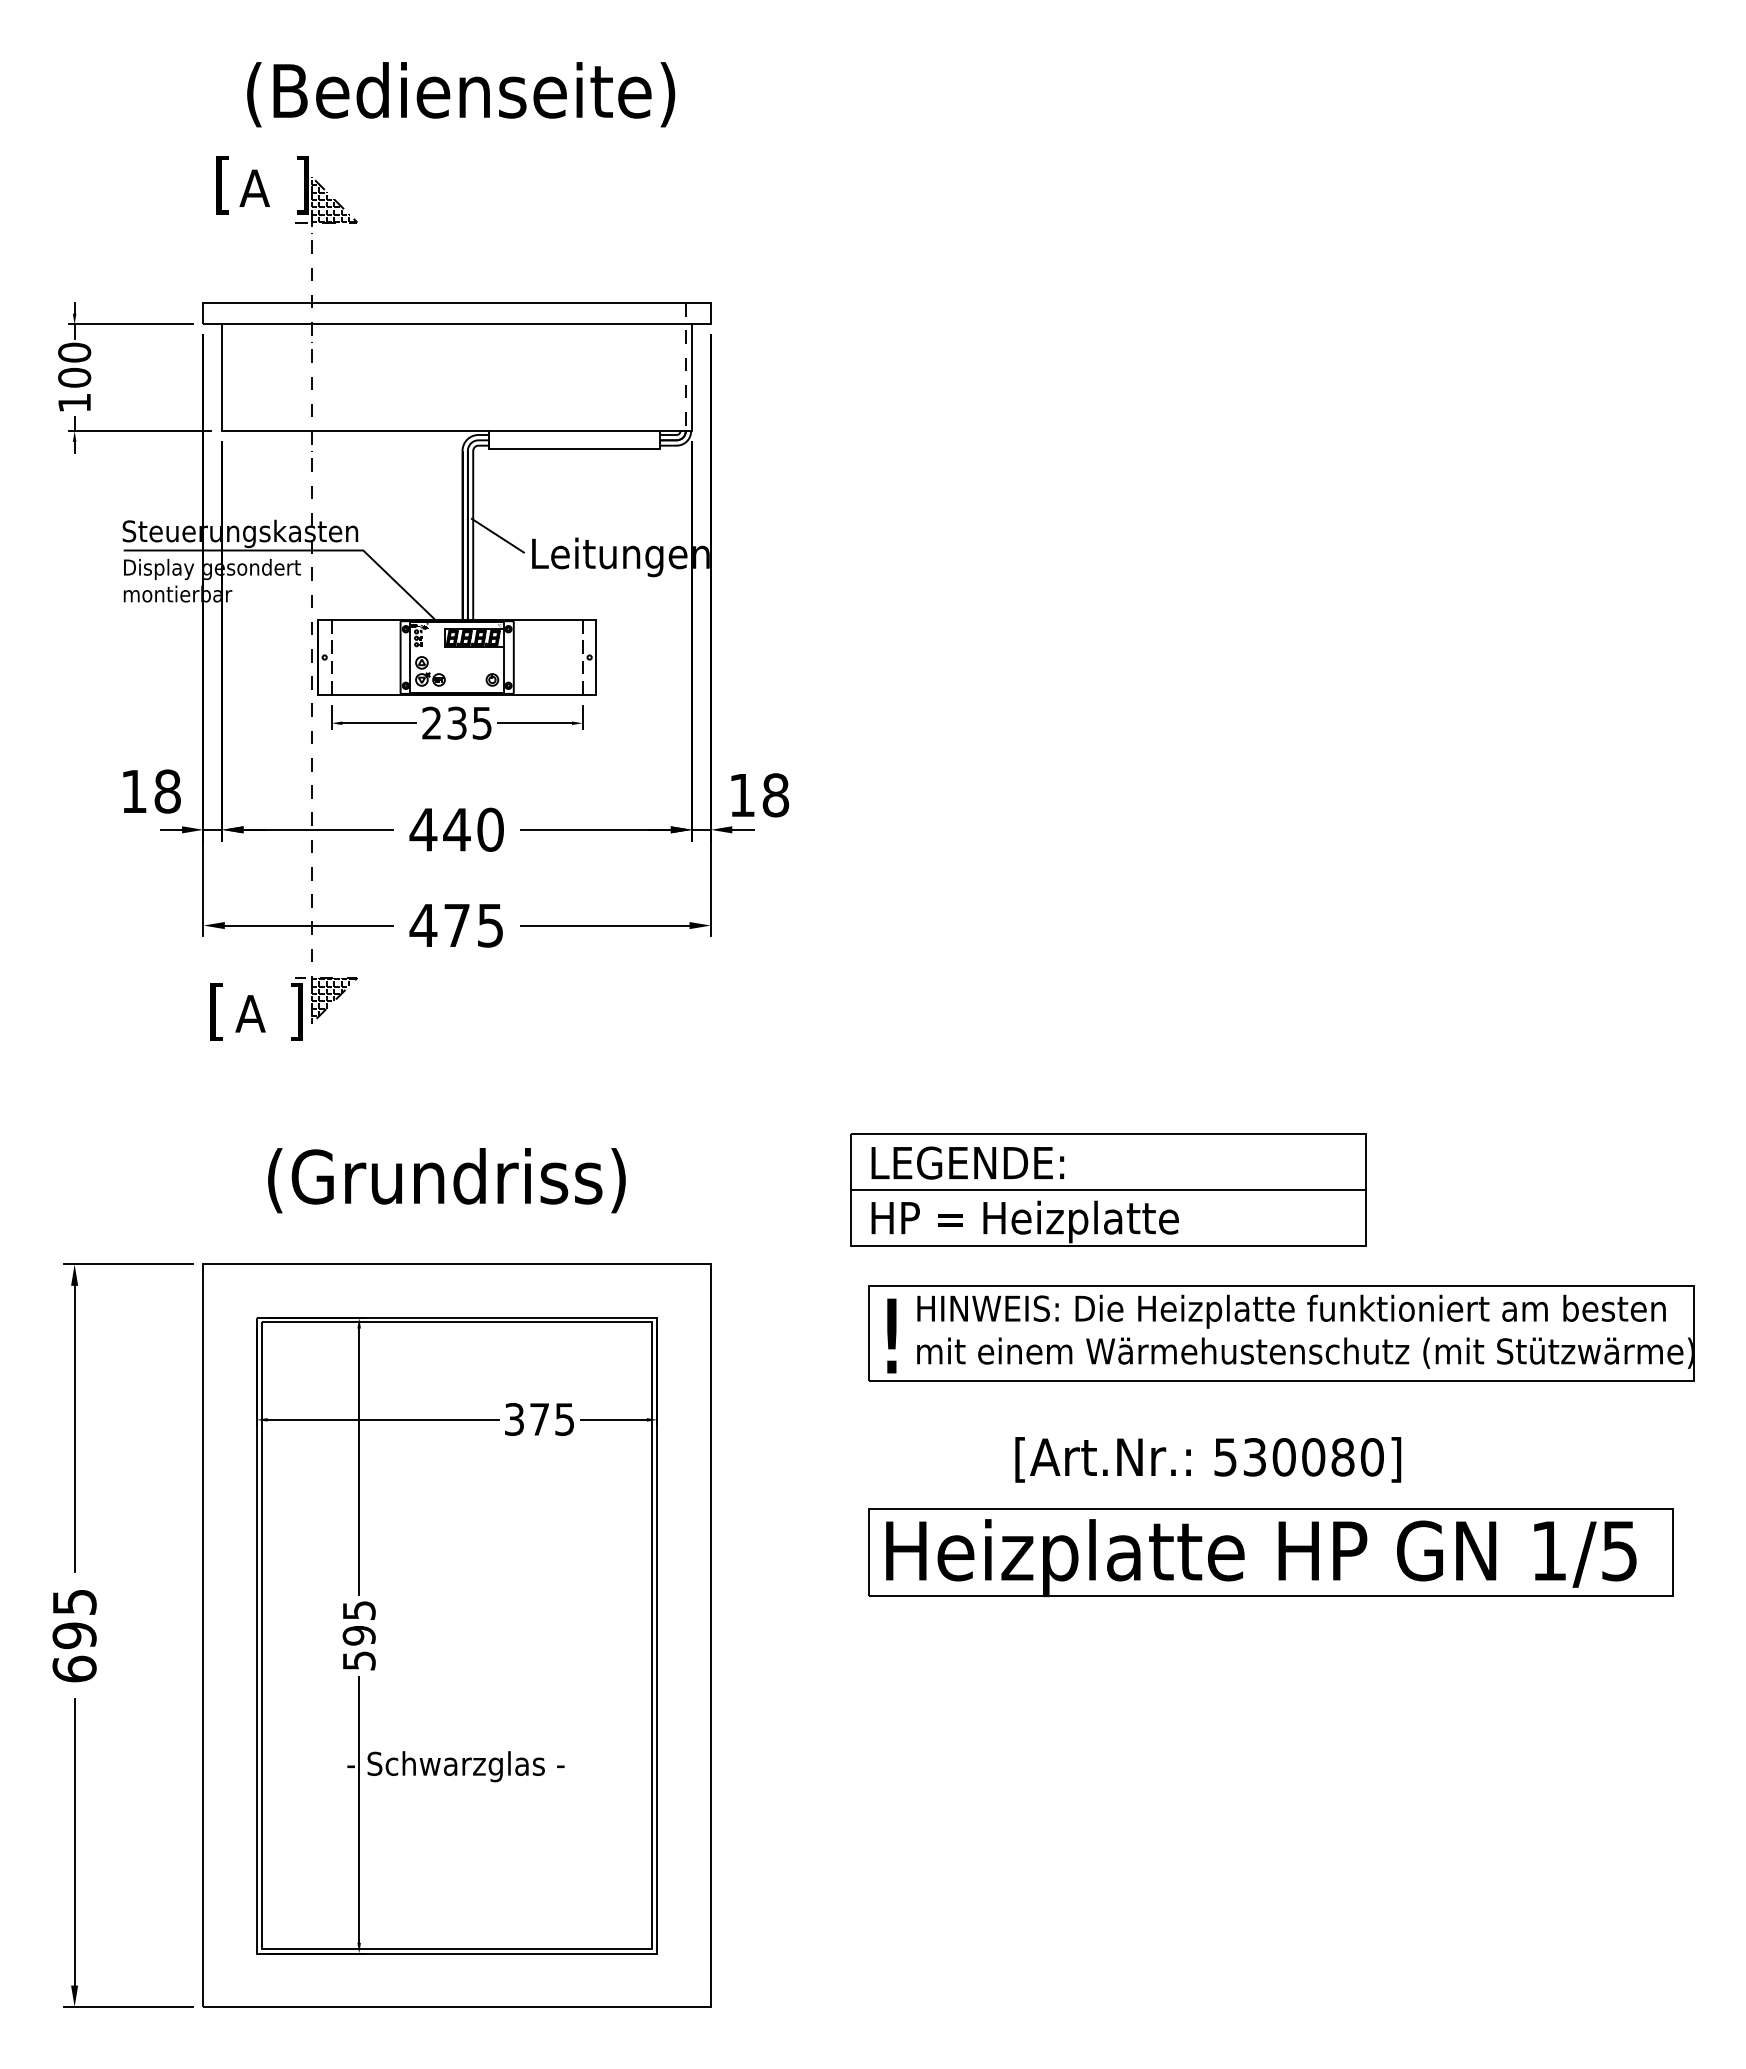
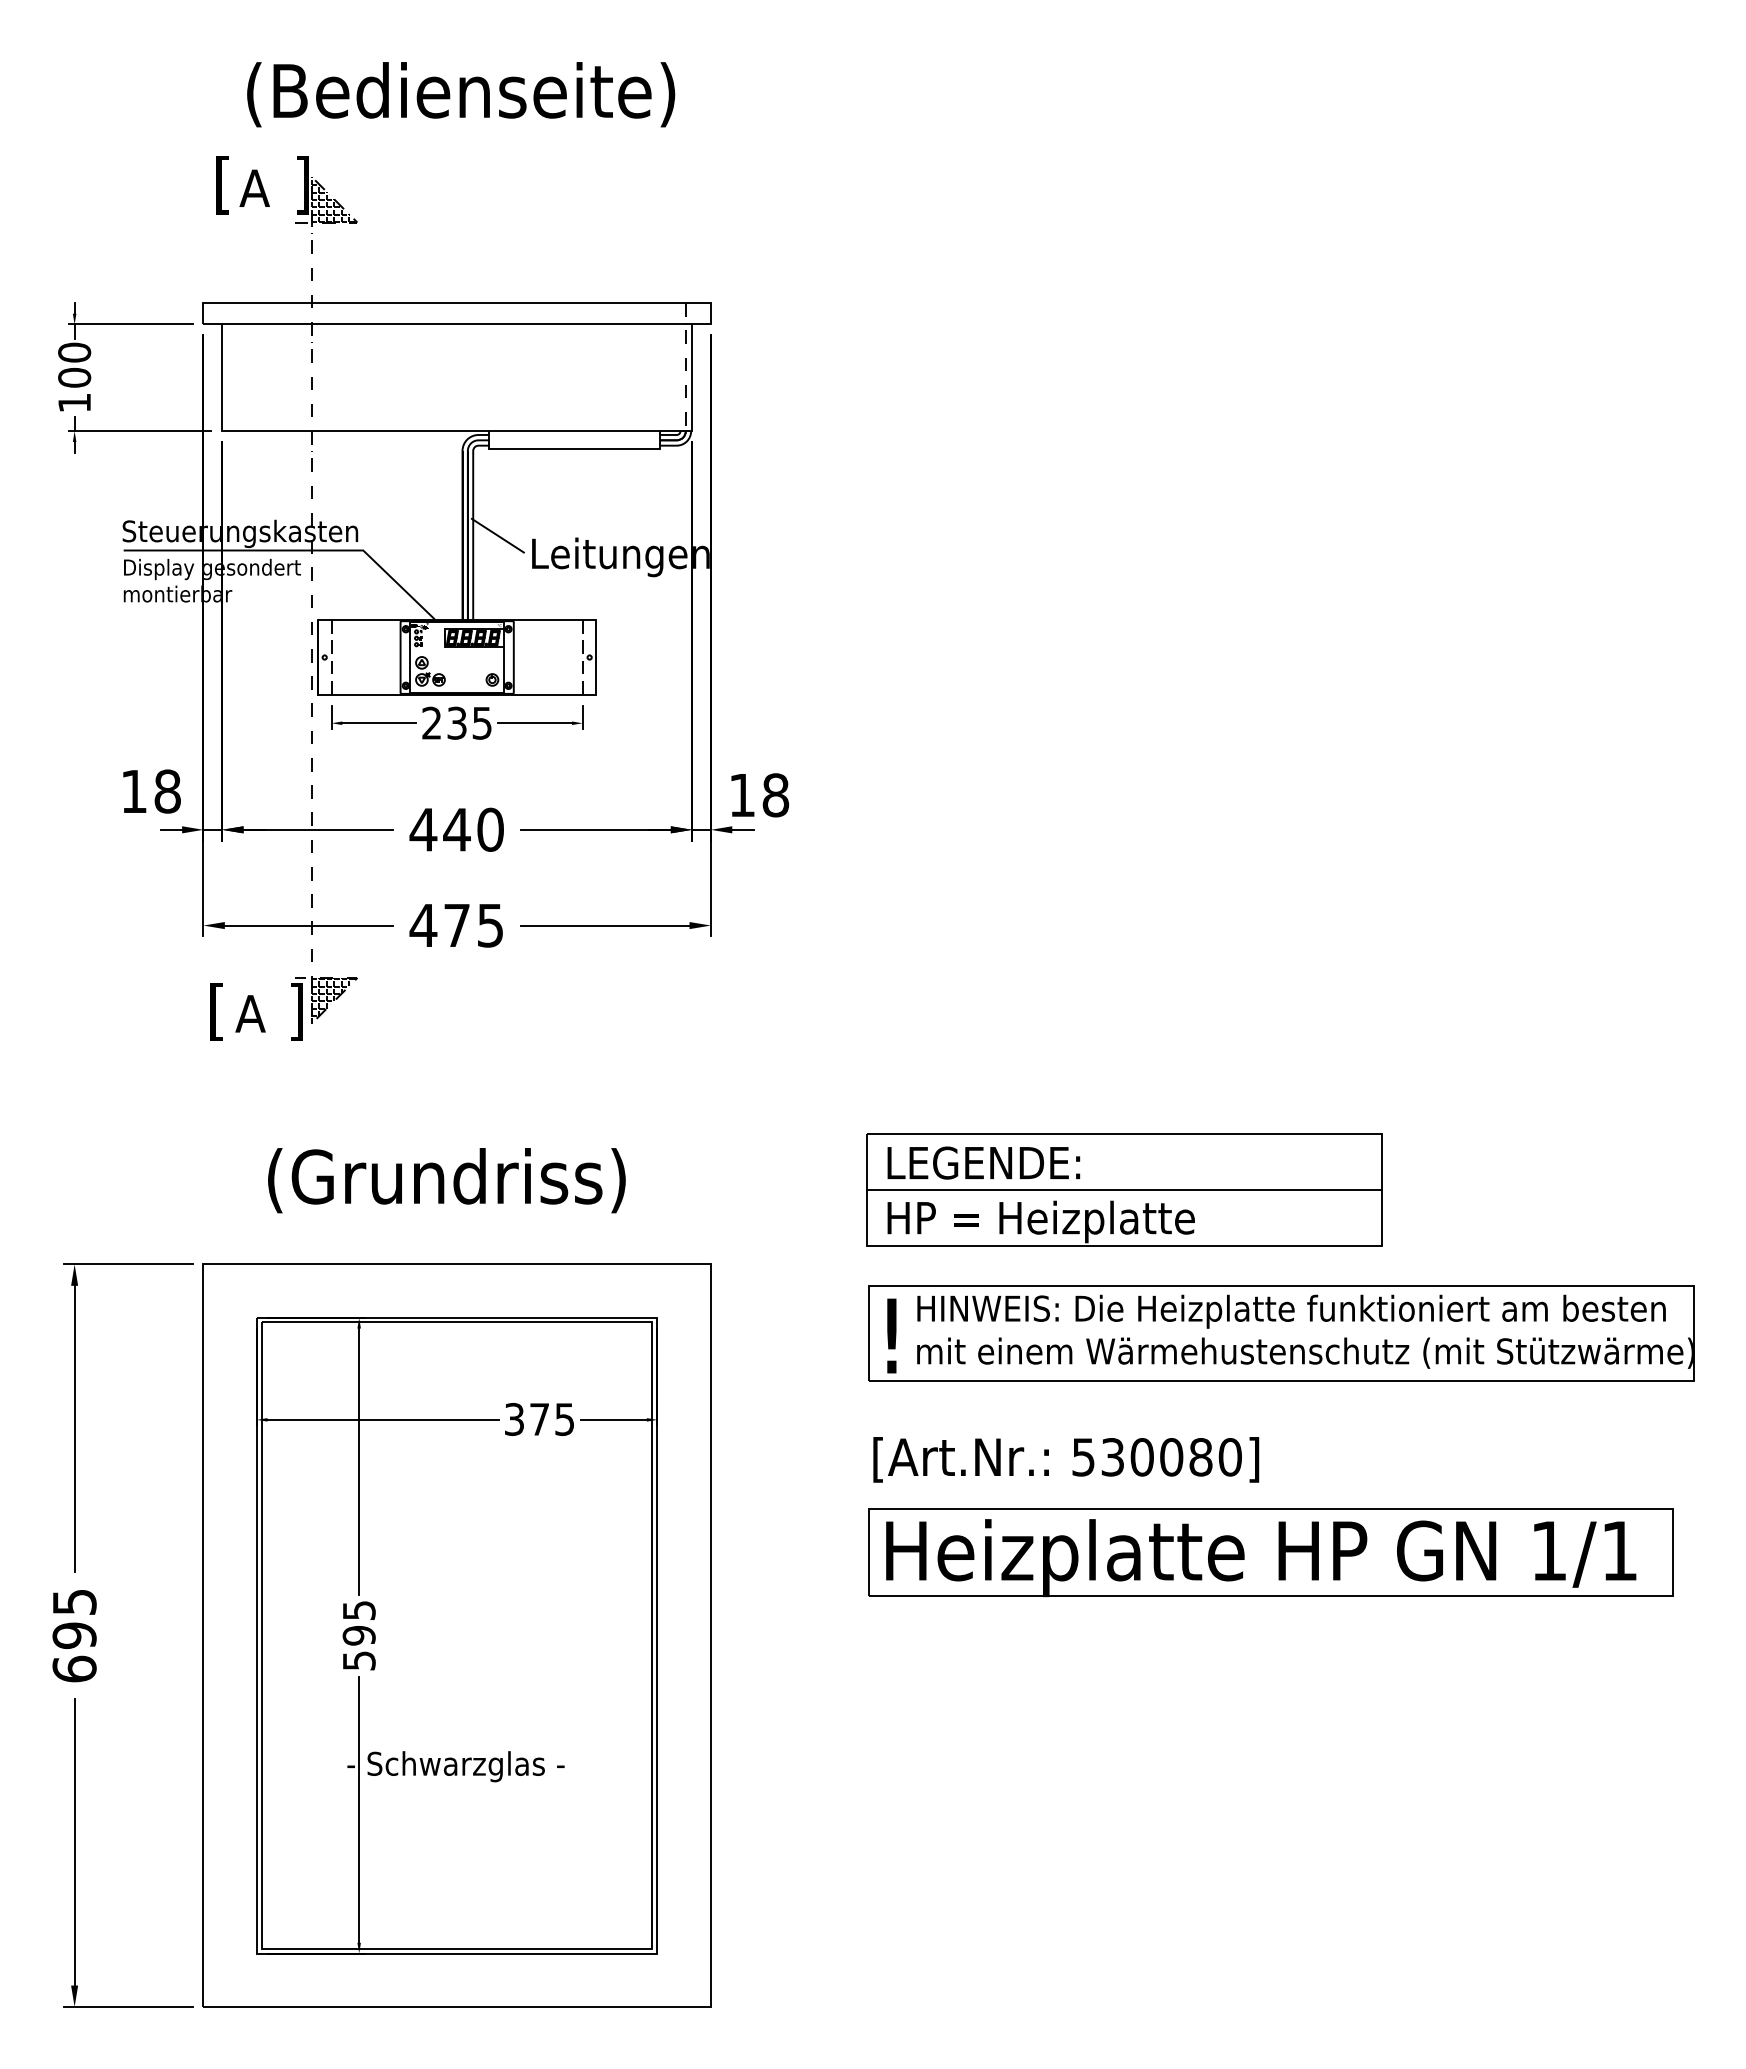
part at (1108, 1189) position: (1108, 1189) -> (1124, 1189)
text at (1208, 1459) position: (1208, 1459) -> (1066, 1459)
text at (1619, 1551): 1/5 -> 1/1
